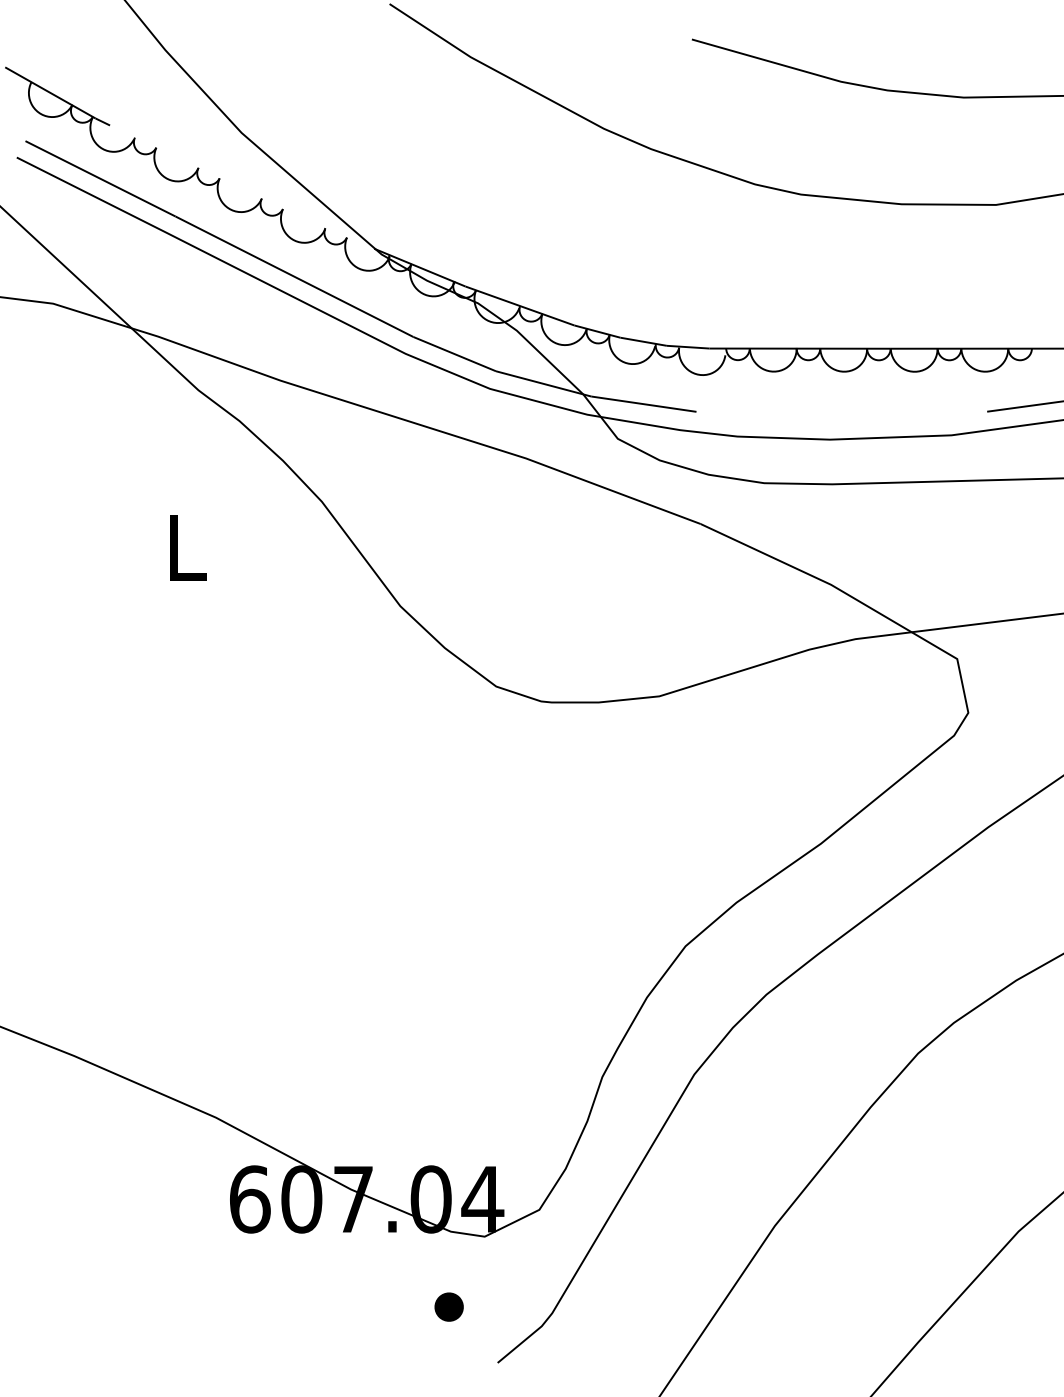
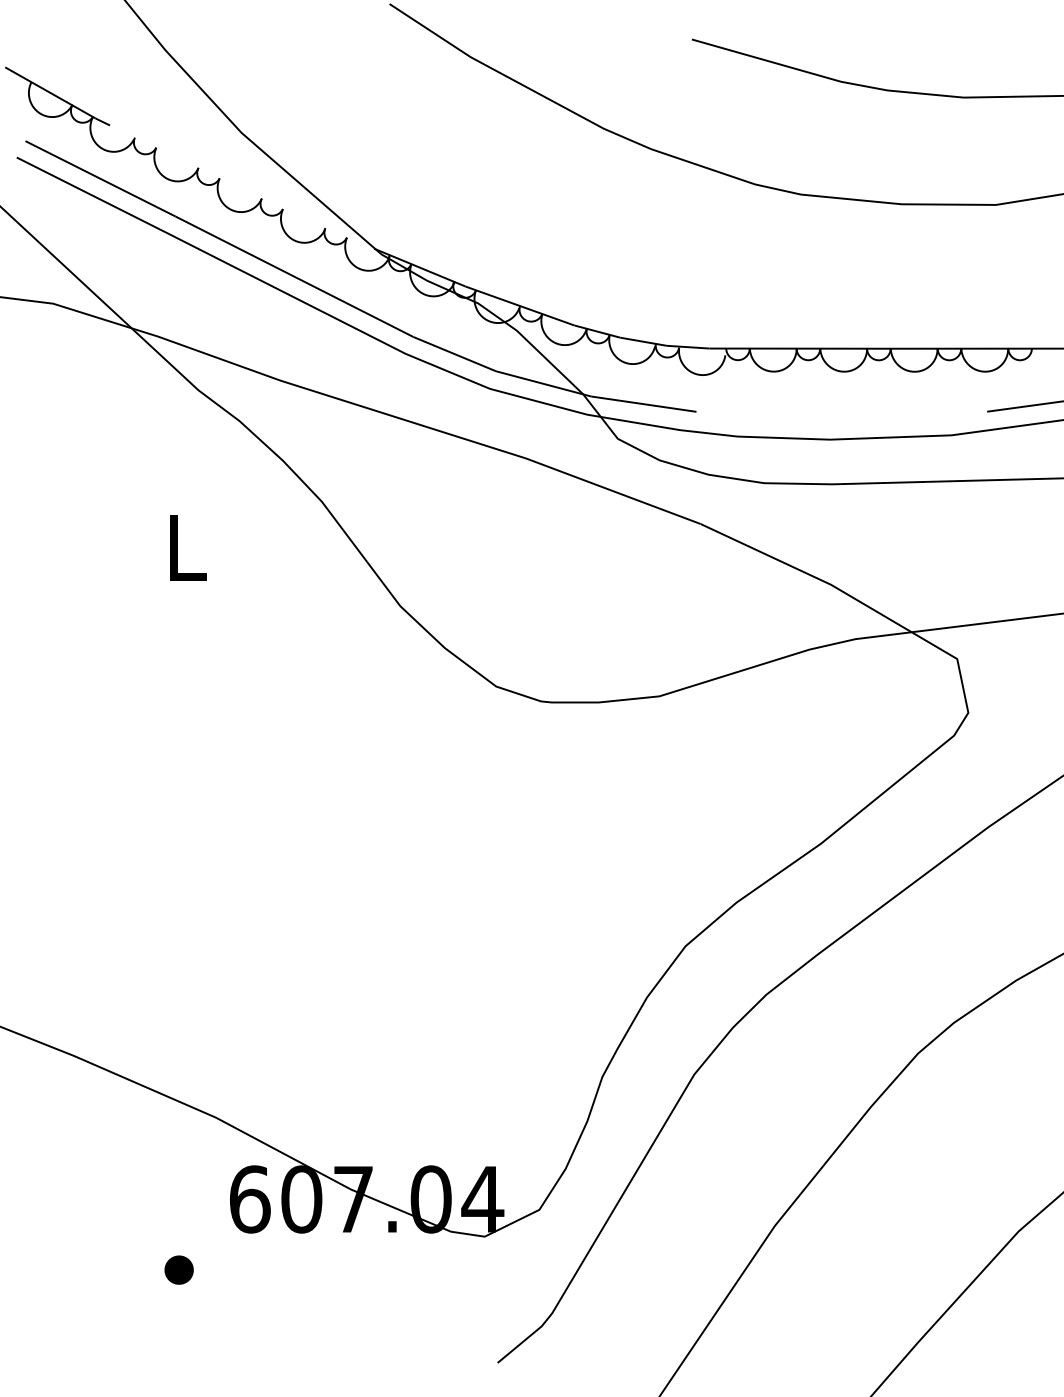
part at (448, 1306) position: (448, 1306) -> (178, 1269)
